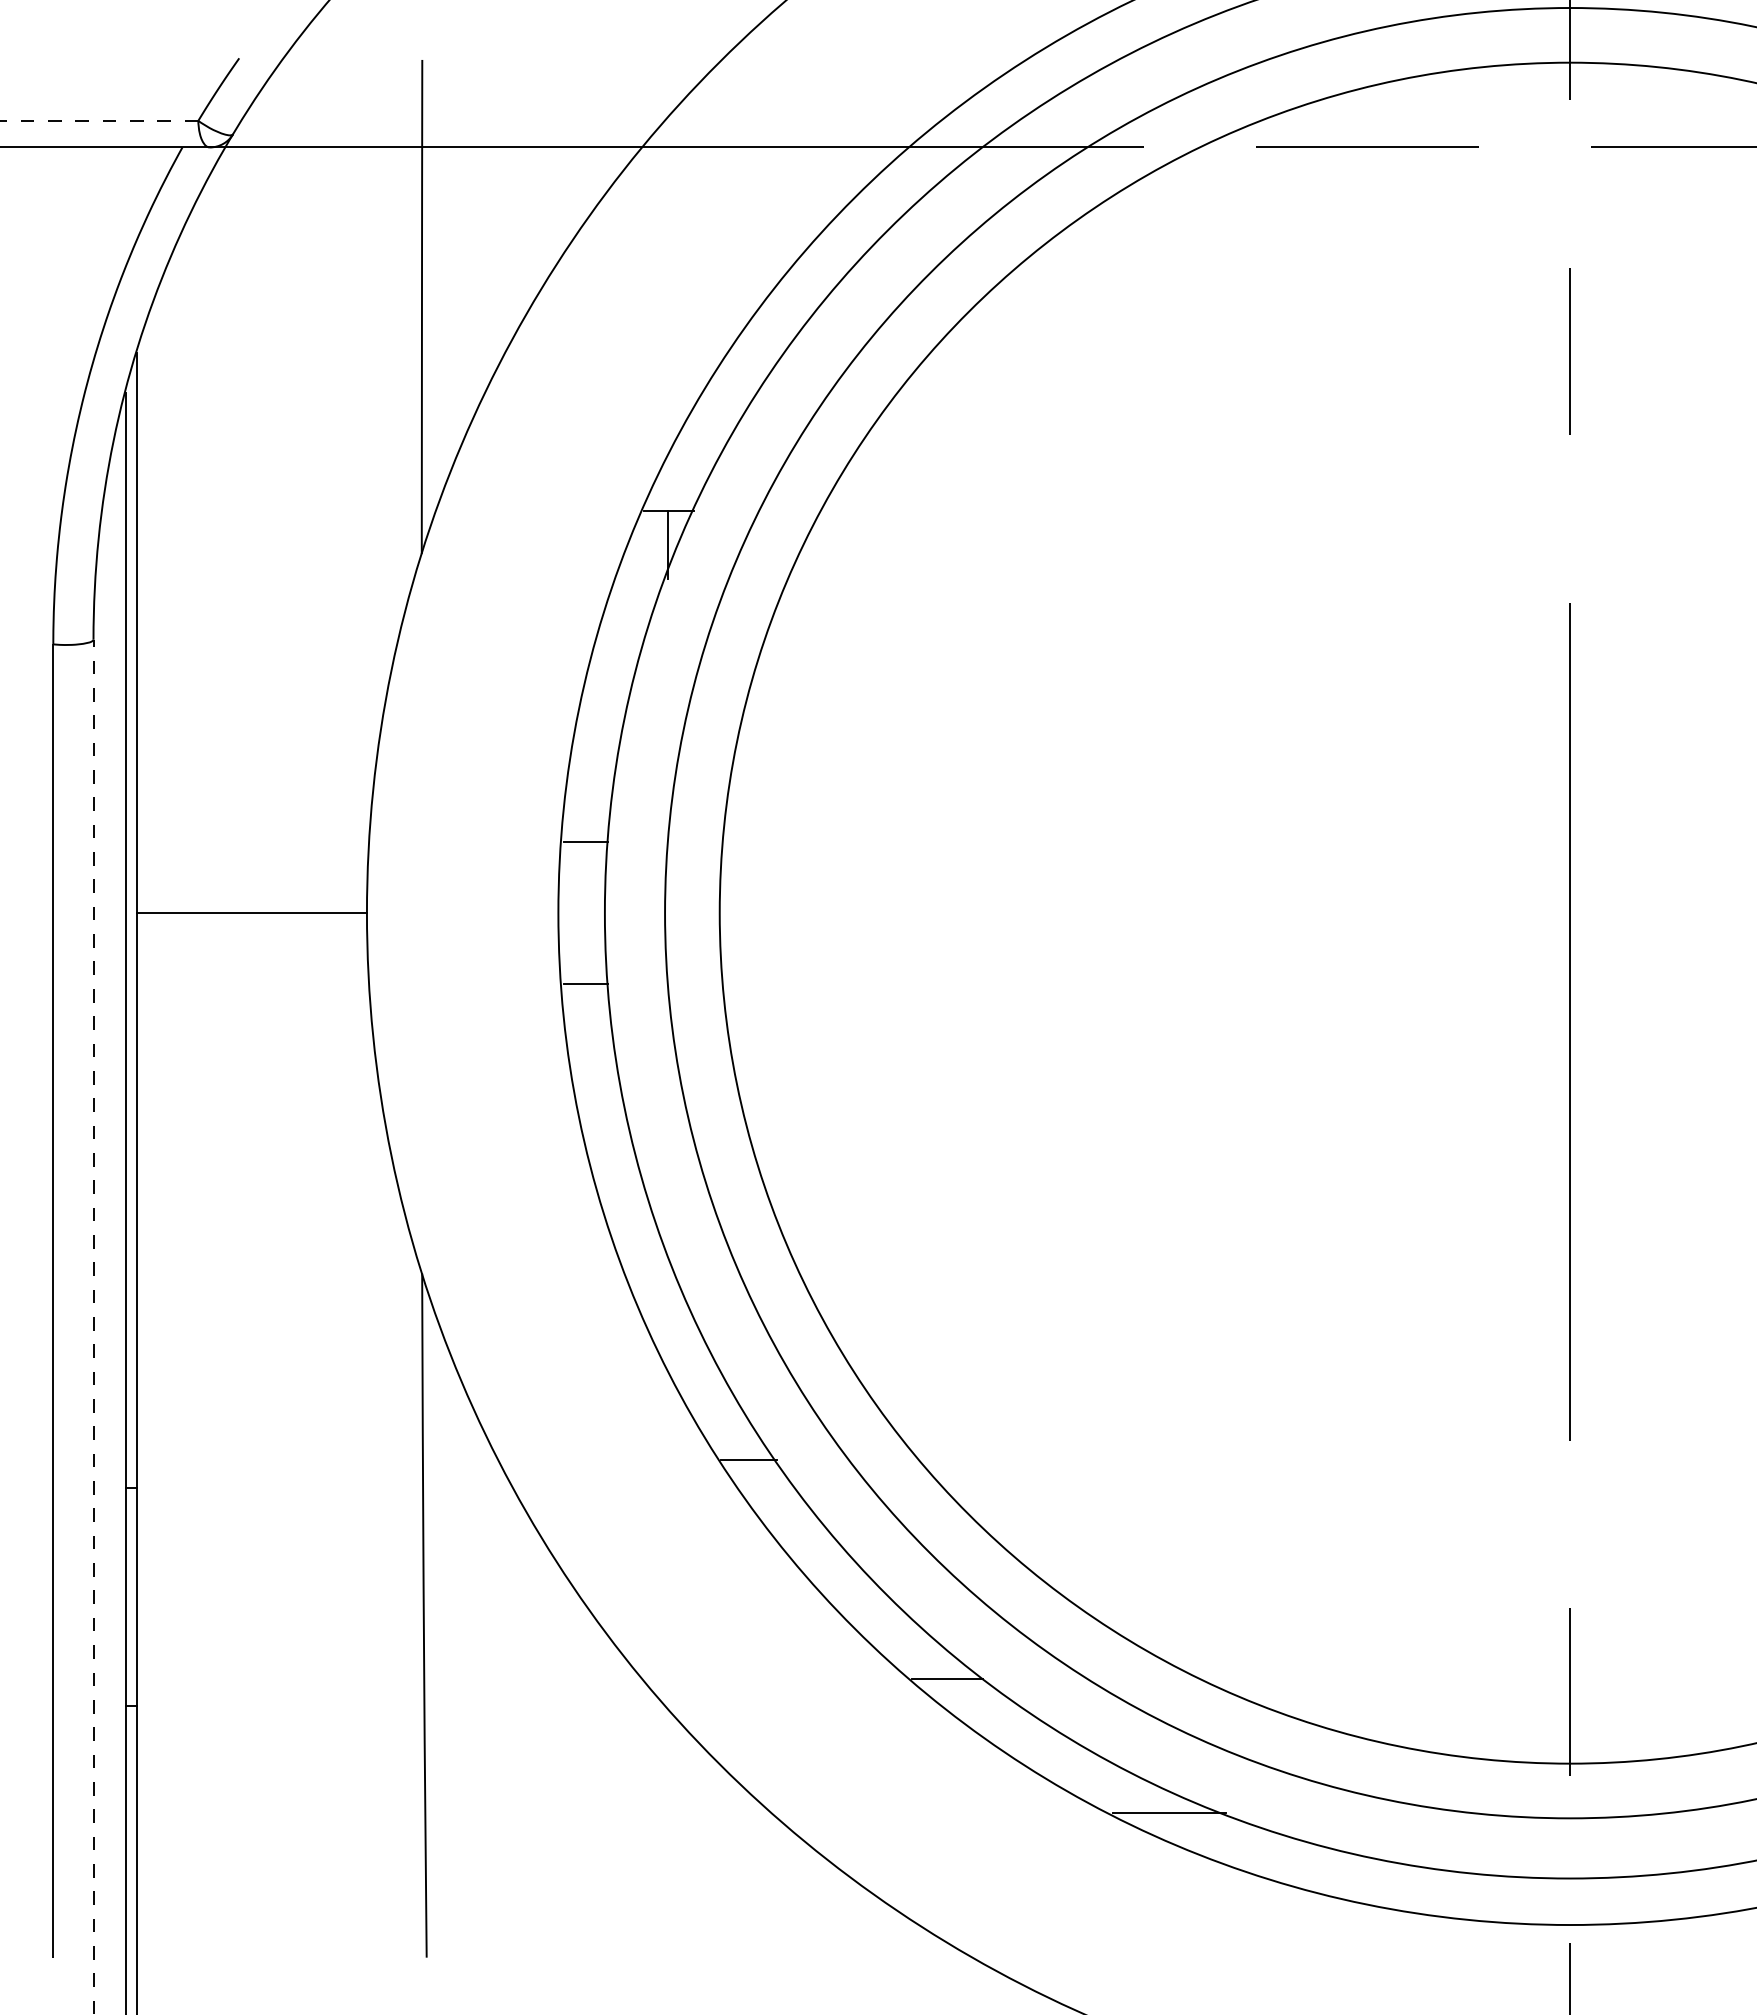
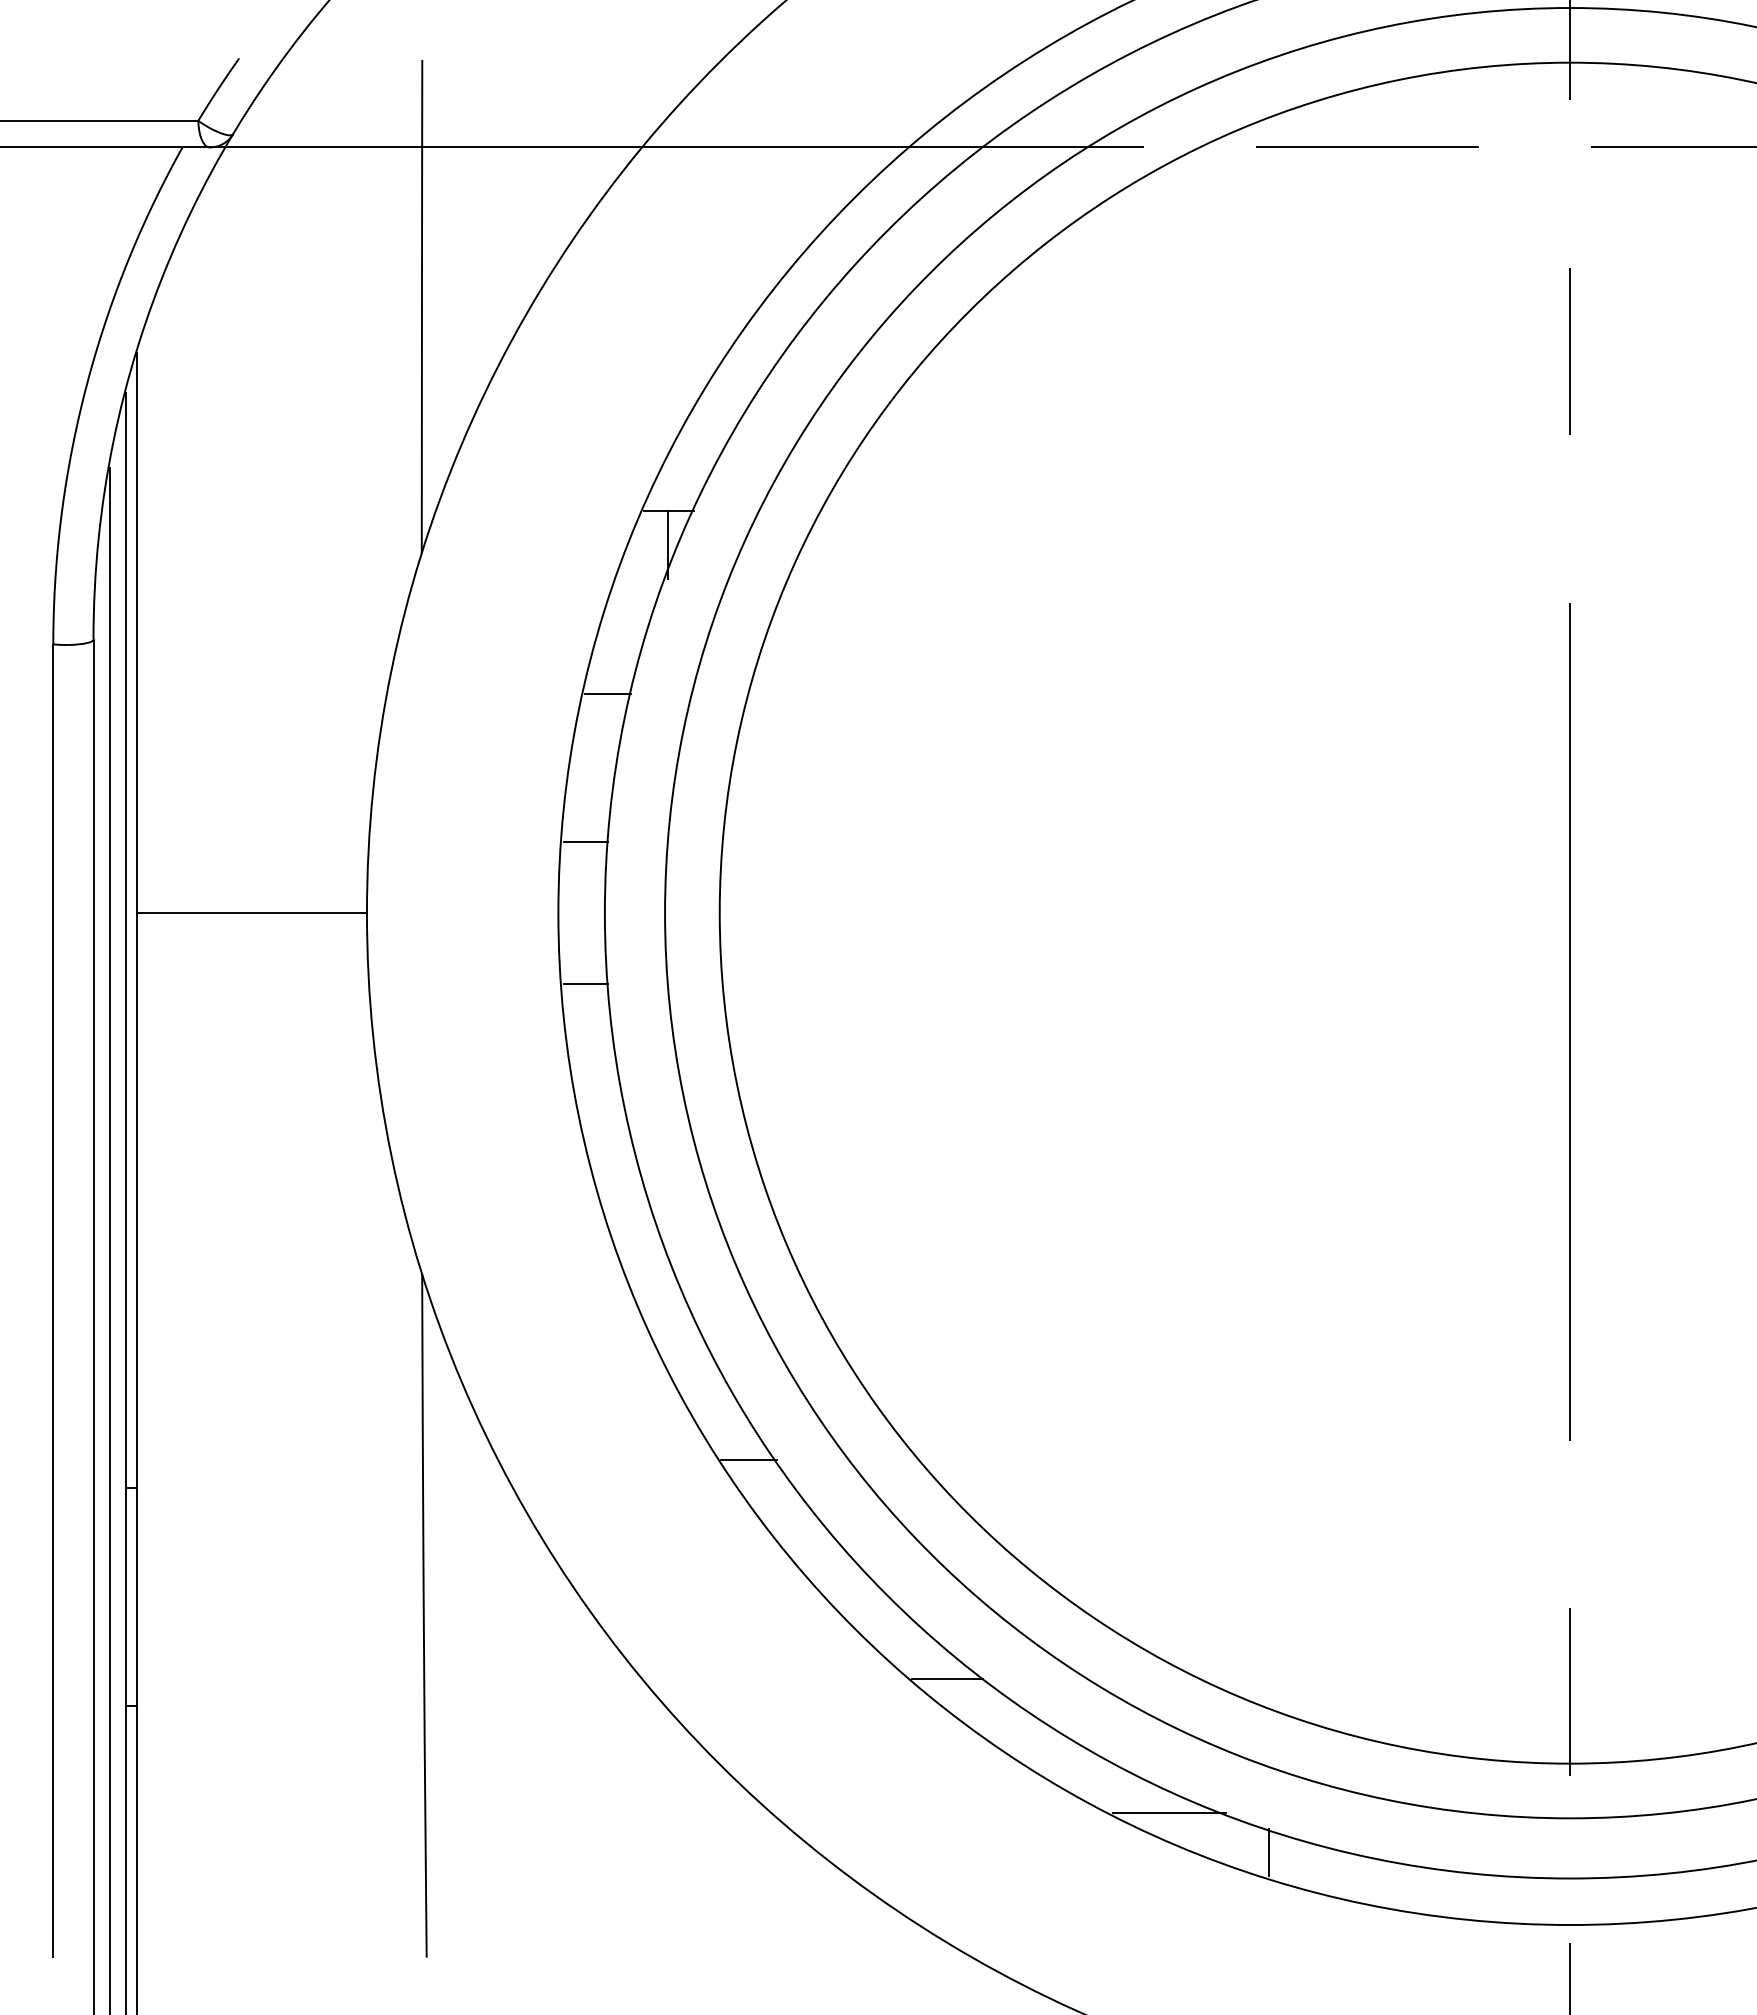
line at (99, 120): dashed -> solid
line at (608, 694): none -> present
line at (109, 1239): none -> present
line at (93, 1326): dashed -> solid
line at (1269, 1852): none -> present
